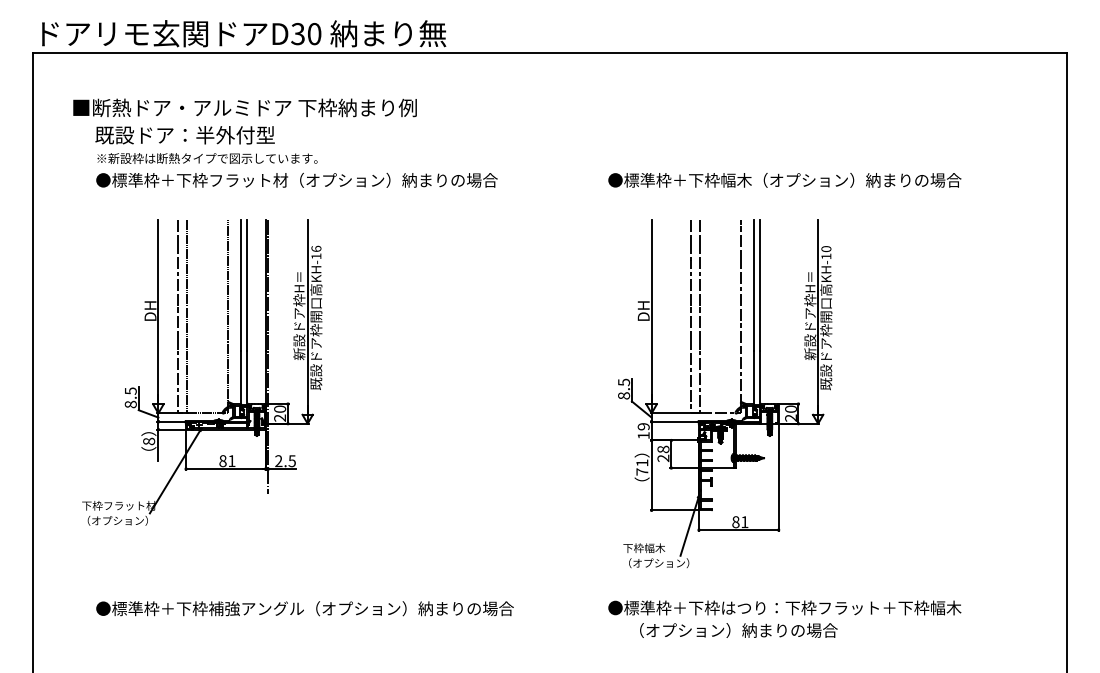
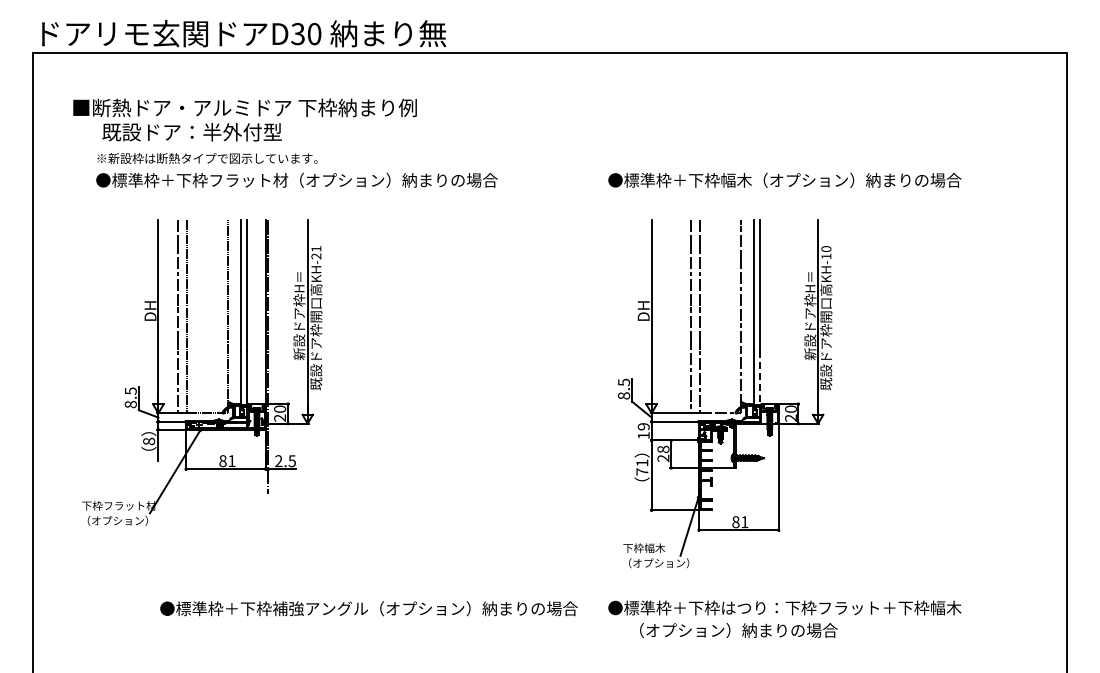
text at (184, 135) position: (184, 135) -> (191, 132)
text at (316, 252): KH-16 -> KH-21
line at (760, 378): solid -> dashed
text at (304, 608) position: (304, 608) -> (368, 608)
